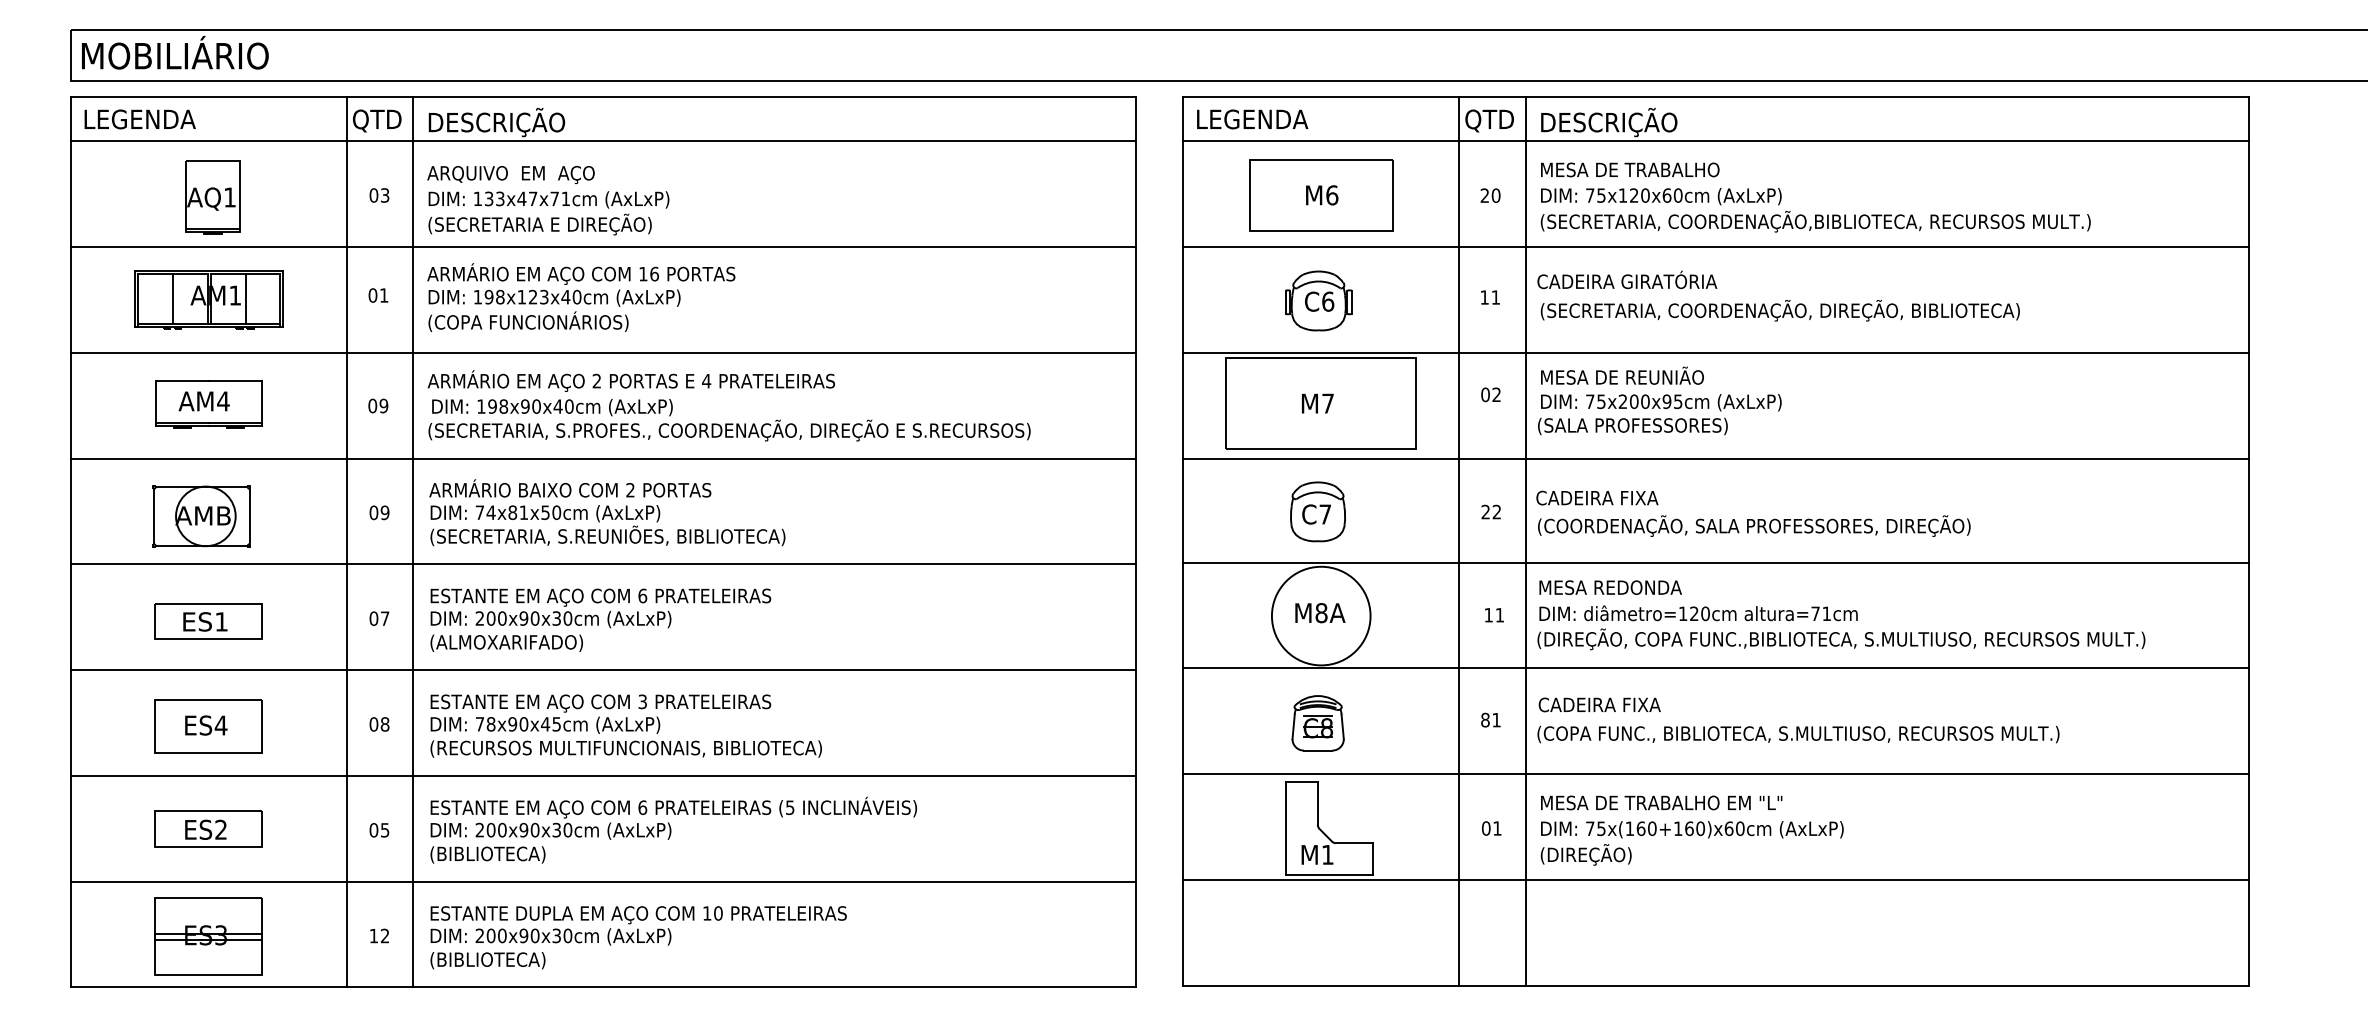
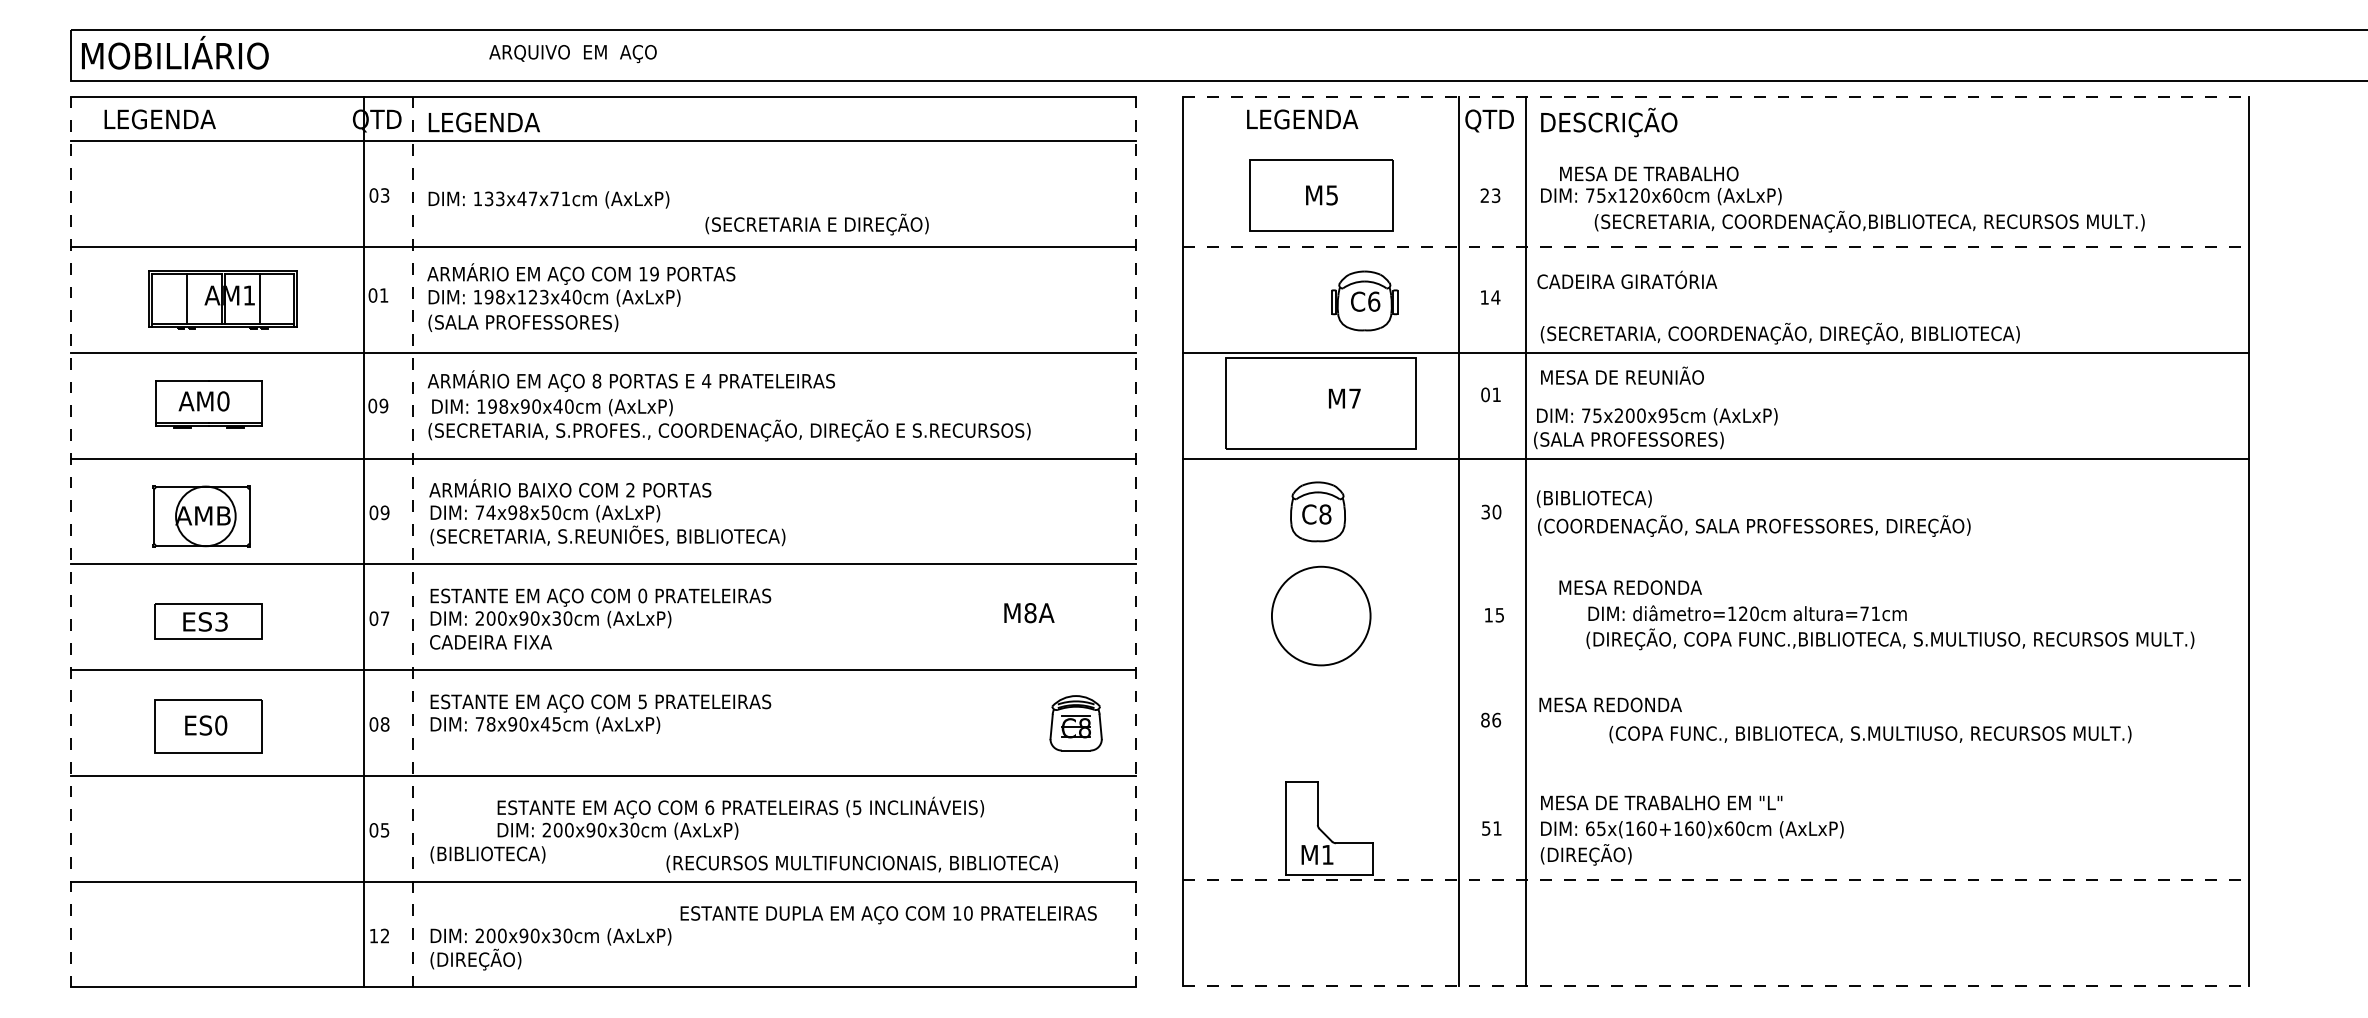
line at (1716, 96): solid -> dashed
text at (139, 119) position: (139, 119) -> (159, 119)
text at (1252, 119) position: (1252, 119) -> (1302, 119)
text at (498, 122): DESCRIÇÃO -> LEGENDA
line at (1715, 141): present -> none
text at (1630, 169) position: (1630, 169) -> (1649, 173)
text at (510, 175) position: (510, 175) -> (572, 54)
text at (1332, 195): M6 -> M5
text at (1495, 195): 20 -> 23
part at (212, 197): present -> none
text at (1815, 221) position: (1815, 221) -> (1869, 221)
text at (539, 224) position: (539, 224) -> (816, 224)
line at (1716, 246): solid -> dashed
text at (654, 273): 16 -> 19
text at (1495, 297): 11 -> 14
part at (208, 299) position: (208, 299) -> (222, 299)
part at (1318, 300) position: (1318, 300) -> (1364, 300)
text at (1779, 310) position: (1779, 310) -> (1779, 333)
text at (531, 321): (COPA FUNCIONÁRIOS) -> (SALA PROFESSORES)
text at (596, 381): 2 -> 8
text at (1496, 394): 02 -> 01
text at (223, 401): AM4 -> AM0
text at (1317, 403) position: (1317, 403) -> (1344, 398)
text at (1659, 414) position: (1659, 414) -> (1655, 428)
text at (1597, 498): CADEIRA FIXA -> (BIBLIOTECA)
text at (1491, 511): 22 -> 30
text at (518, 512): 74x81x50cm -> 74x98x50cm
text at (1325, 514): C7 -> C8
line at (71, 541): solid -> dashed
line at (346, 541) position: (346, 541) -> (363, 541)
line at (413, 542): solid -> dashed
line at (1136, 542): solid -> dashed
line at (1715, 562): present -> none
text at (1610, 587) position: (1610, 587) -> (1630, 587)
text at (642, 595): 6 -> 0
text at (1320, 613) position: (1320, 613) -> (1029, 613)
text at (1499, 615): 11 -> 15
text at (221, 621): ES1 -> ES3
text at (1841, 627) position: (1841, 627) -> (1890, 627)
text at (506, 642): (ALMOXARIFADO) -> CADEIRA FIXA
line at (1715, 668): present -> none
text at (642, 701): 3 -> 5
text at (1609, 704): CADEIRA FIXA -> MESA REDONDA
text at (1496, 719): 81 -> 86
part at (1317, 723) position: (1317, 723) -> (1075, 723)
text at (220, 725): ES4 -> ES0
text at (1798, 734) position: (1798, 734) -> (1870, 734)
text at (625, 748) position: (625, 748) -> (861, 863)
line at (1715, 774): present -> none
text at (673, 817) position: (673, 817) -> (740, 817)
part at (208, 828): present -> none
text at (1485, 828): 01 -> 51
text at (1590, 828): 75x(160+160)x60cm -> 65x(160+160)x60cm
line at (1716, 879): solid -> dashed
text at (638, 915) position: (638, 915) -> (888, 915)
part at (208, 936): present -> none
text at (492, 959): (BIBLIOTECA) -> (DIREÇÃO)
line at (1716, 985): solid -> dashed
